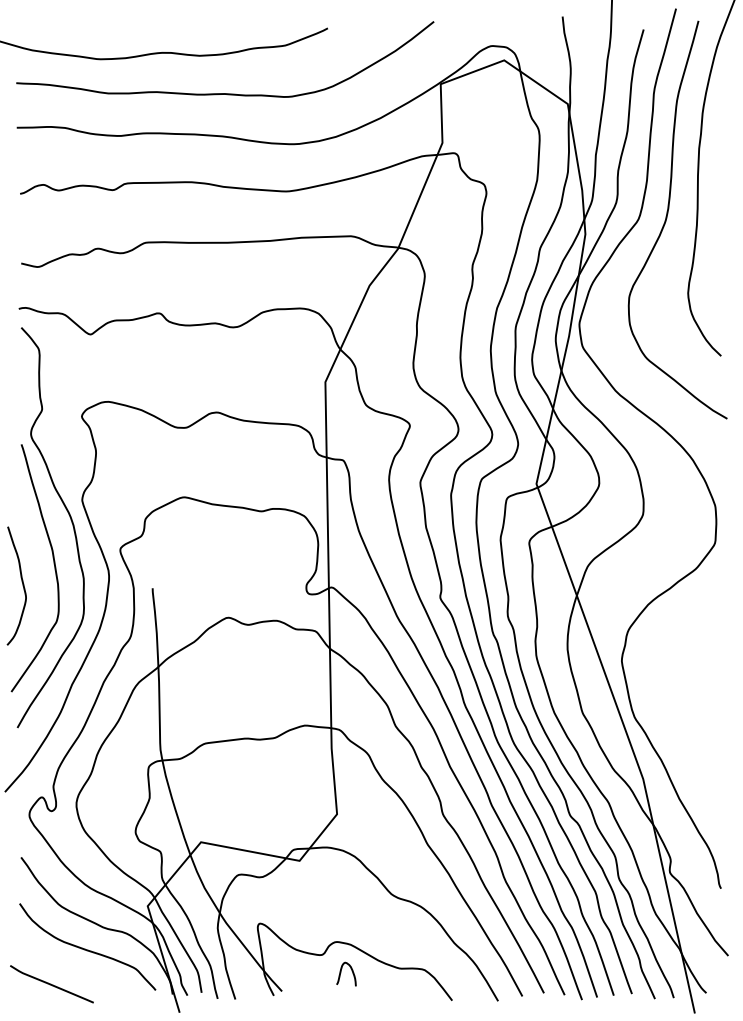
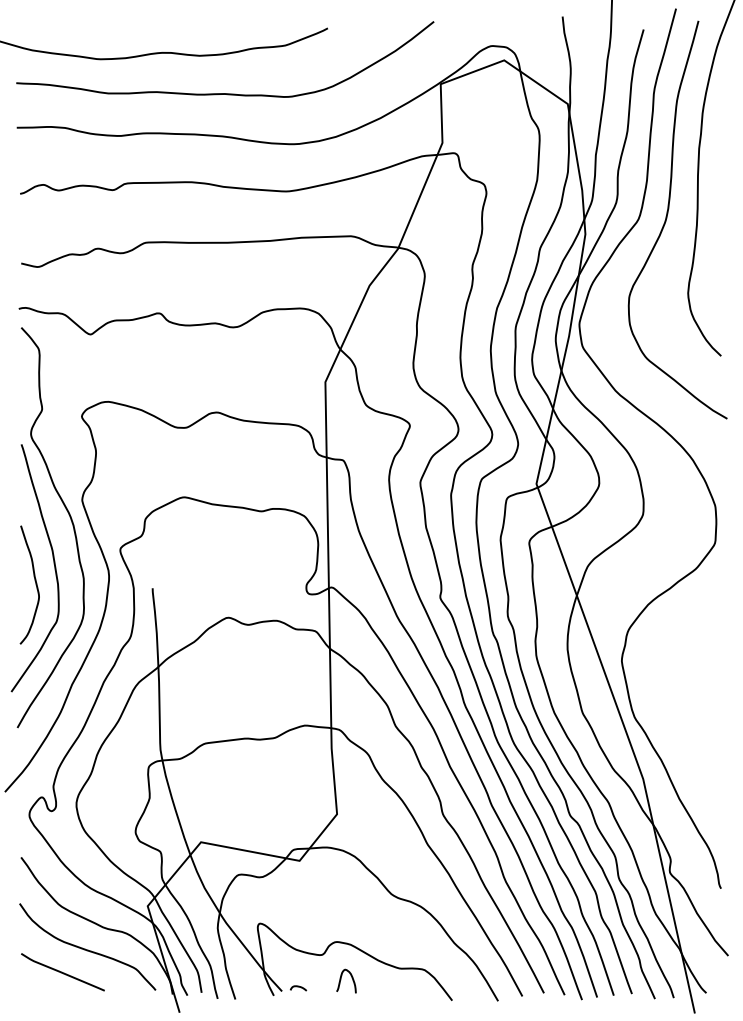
curve at (22, 585) position: (22, 585) -> (35, 584)
curve at (341, 973) position: (341, 973) -> (341, 980)
curve at (51, 984) position: (51, 984) -> (62, 972)
curve at (298, 987): none -> present
